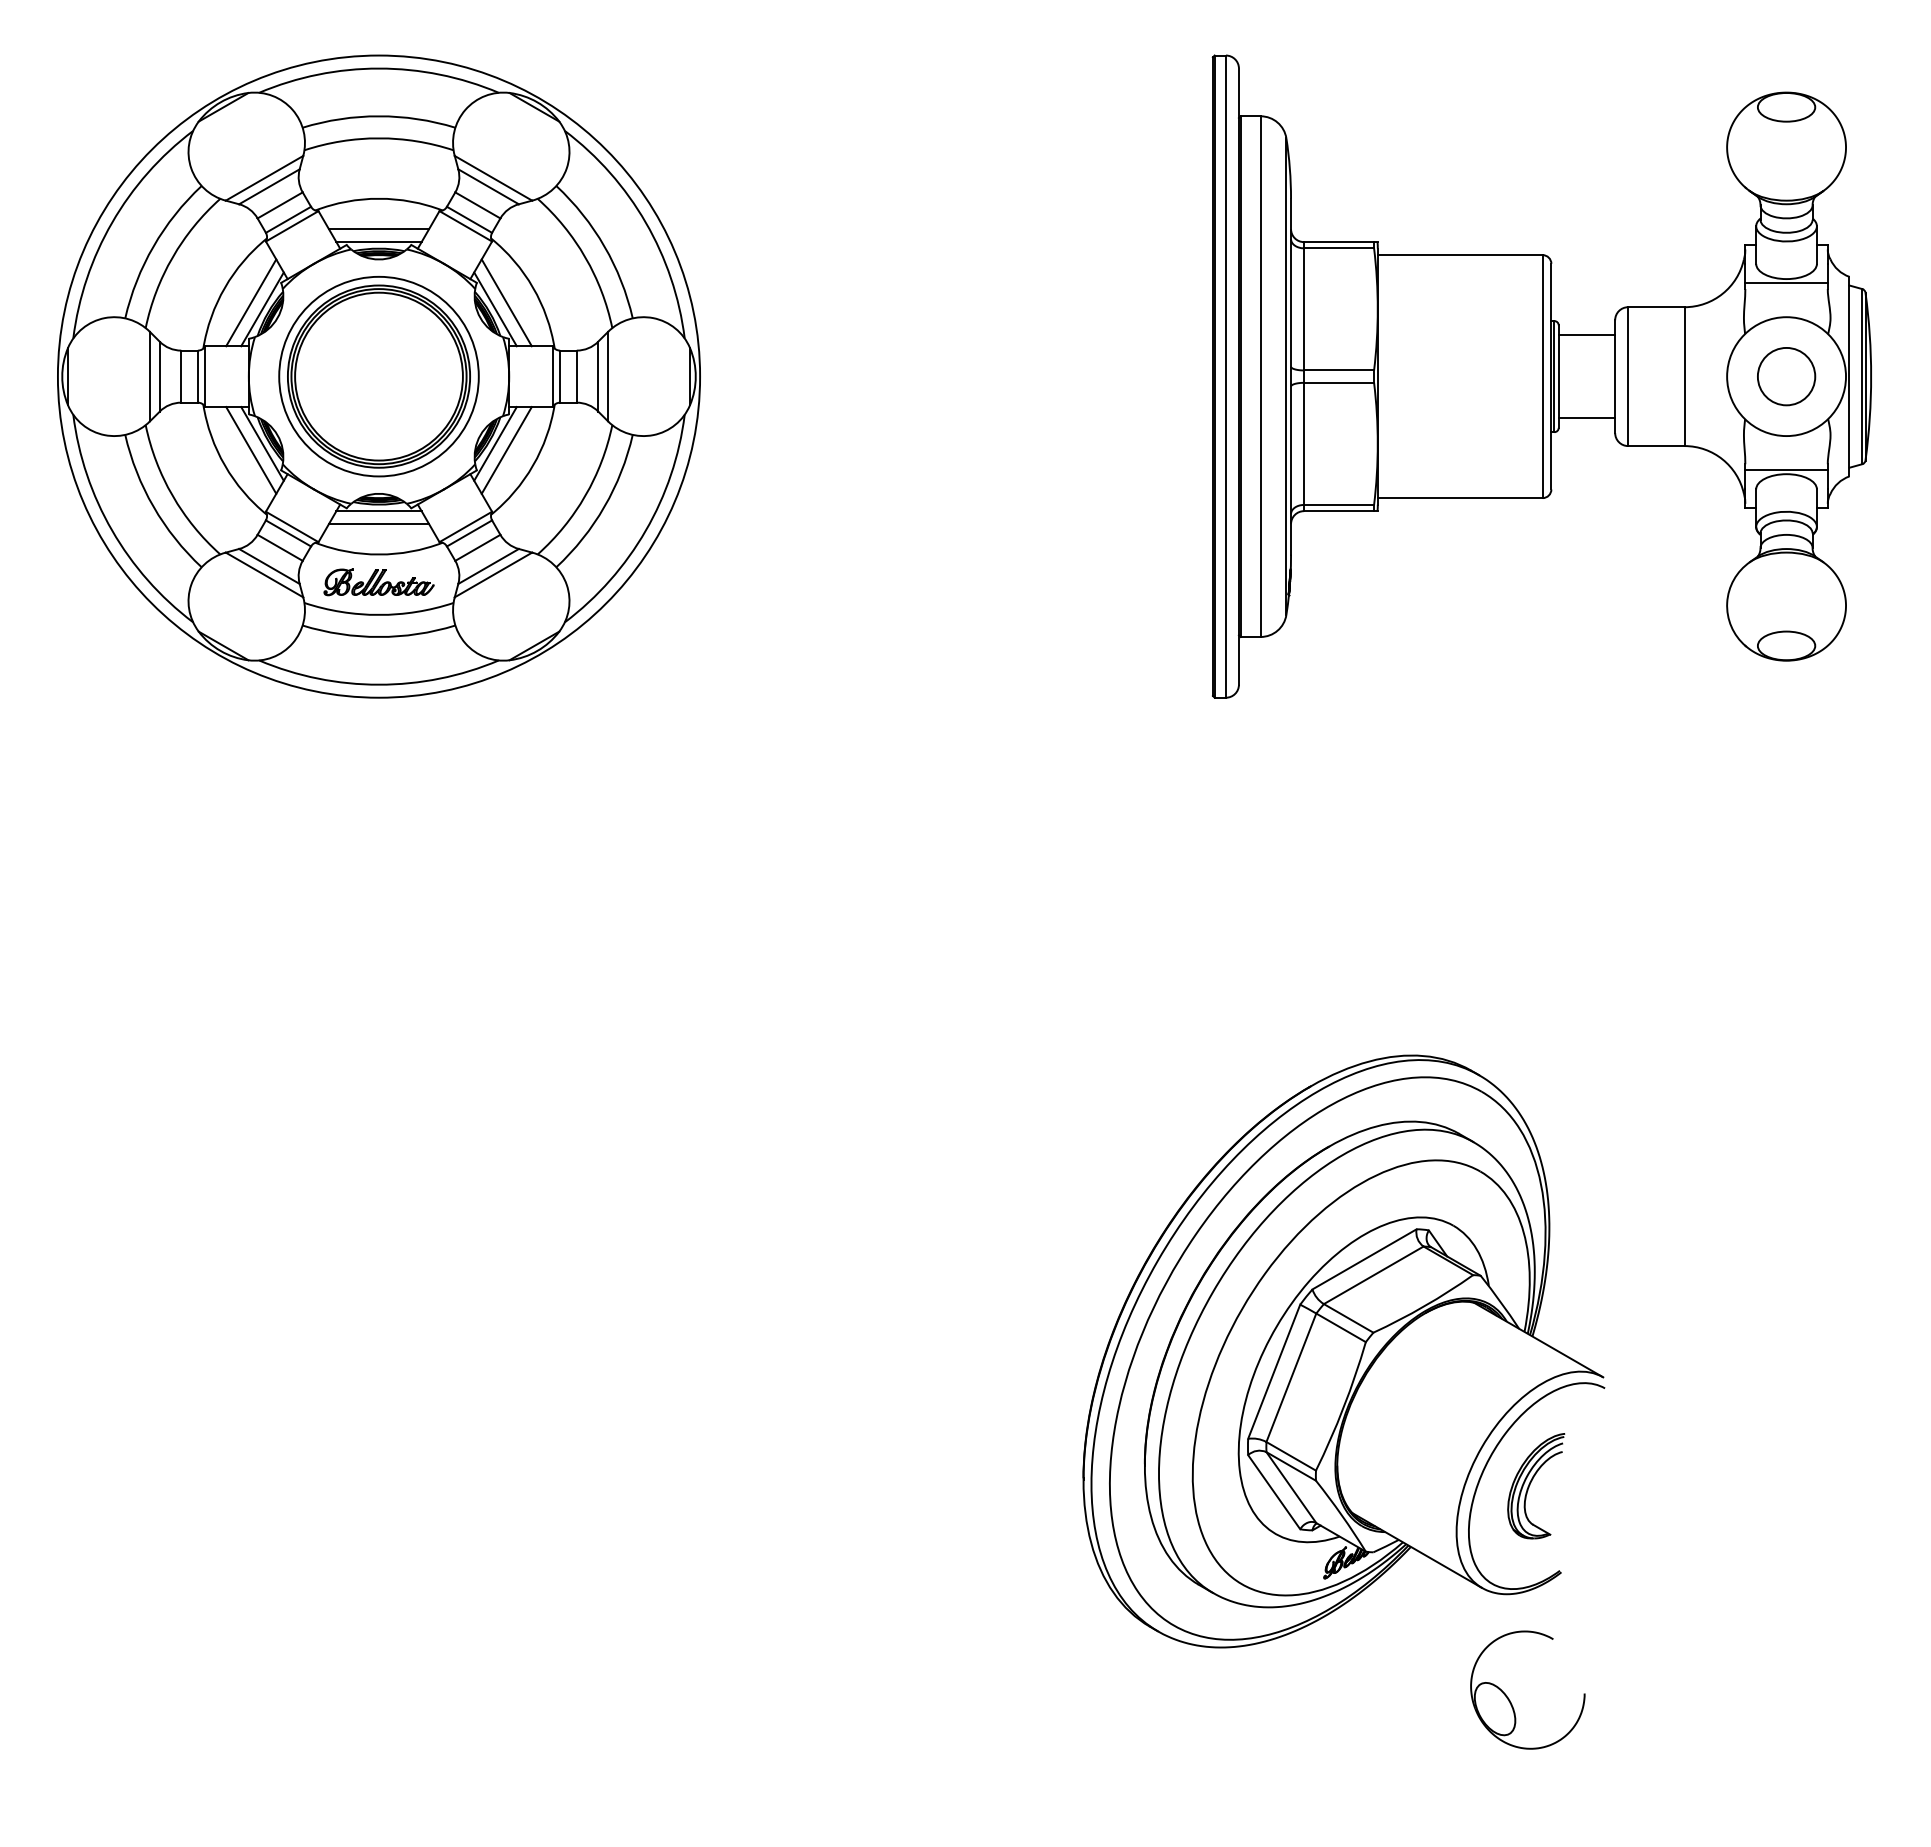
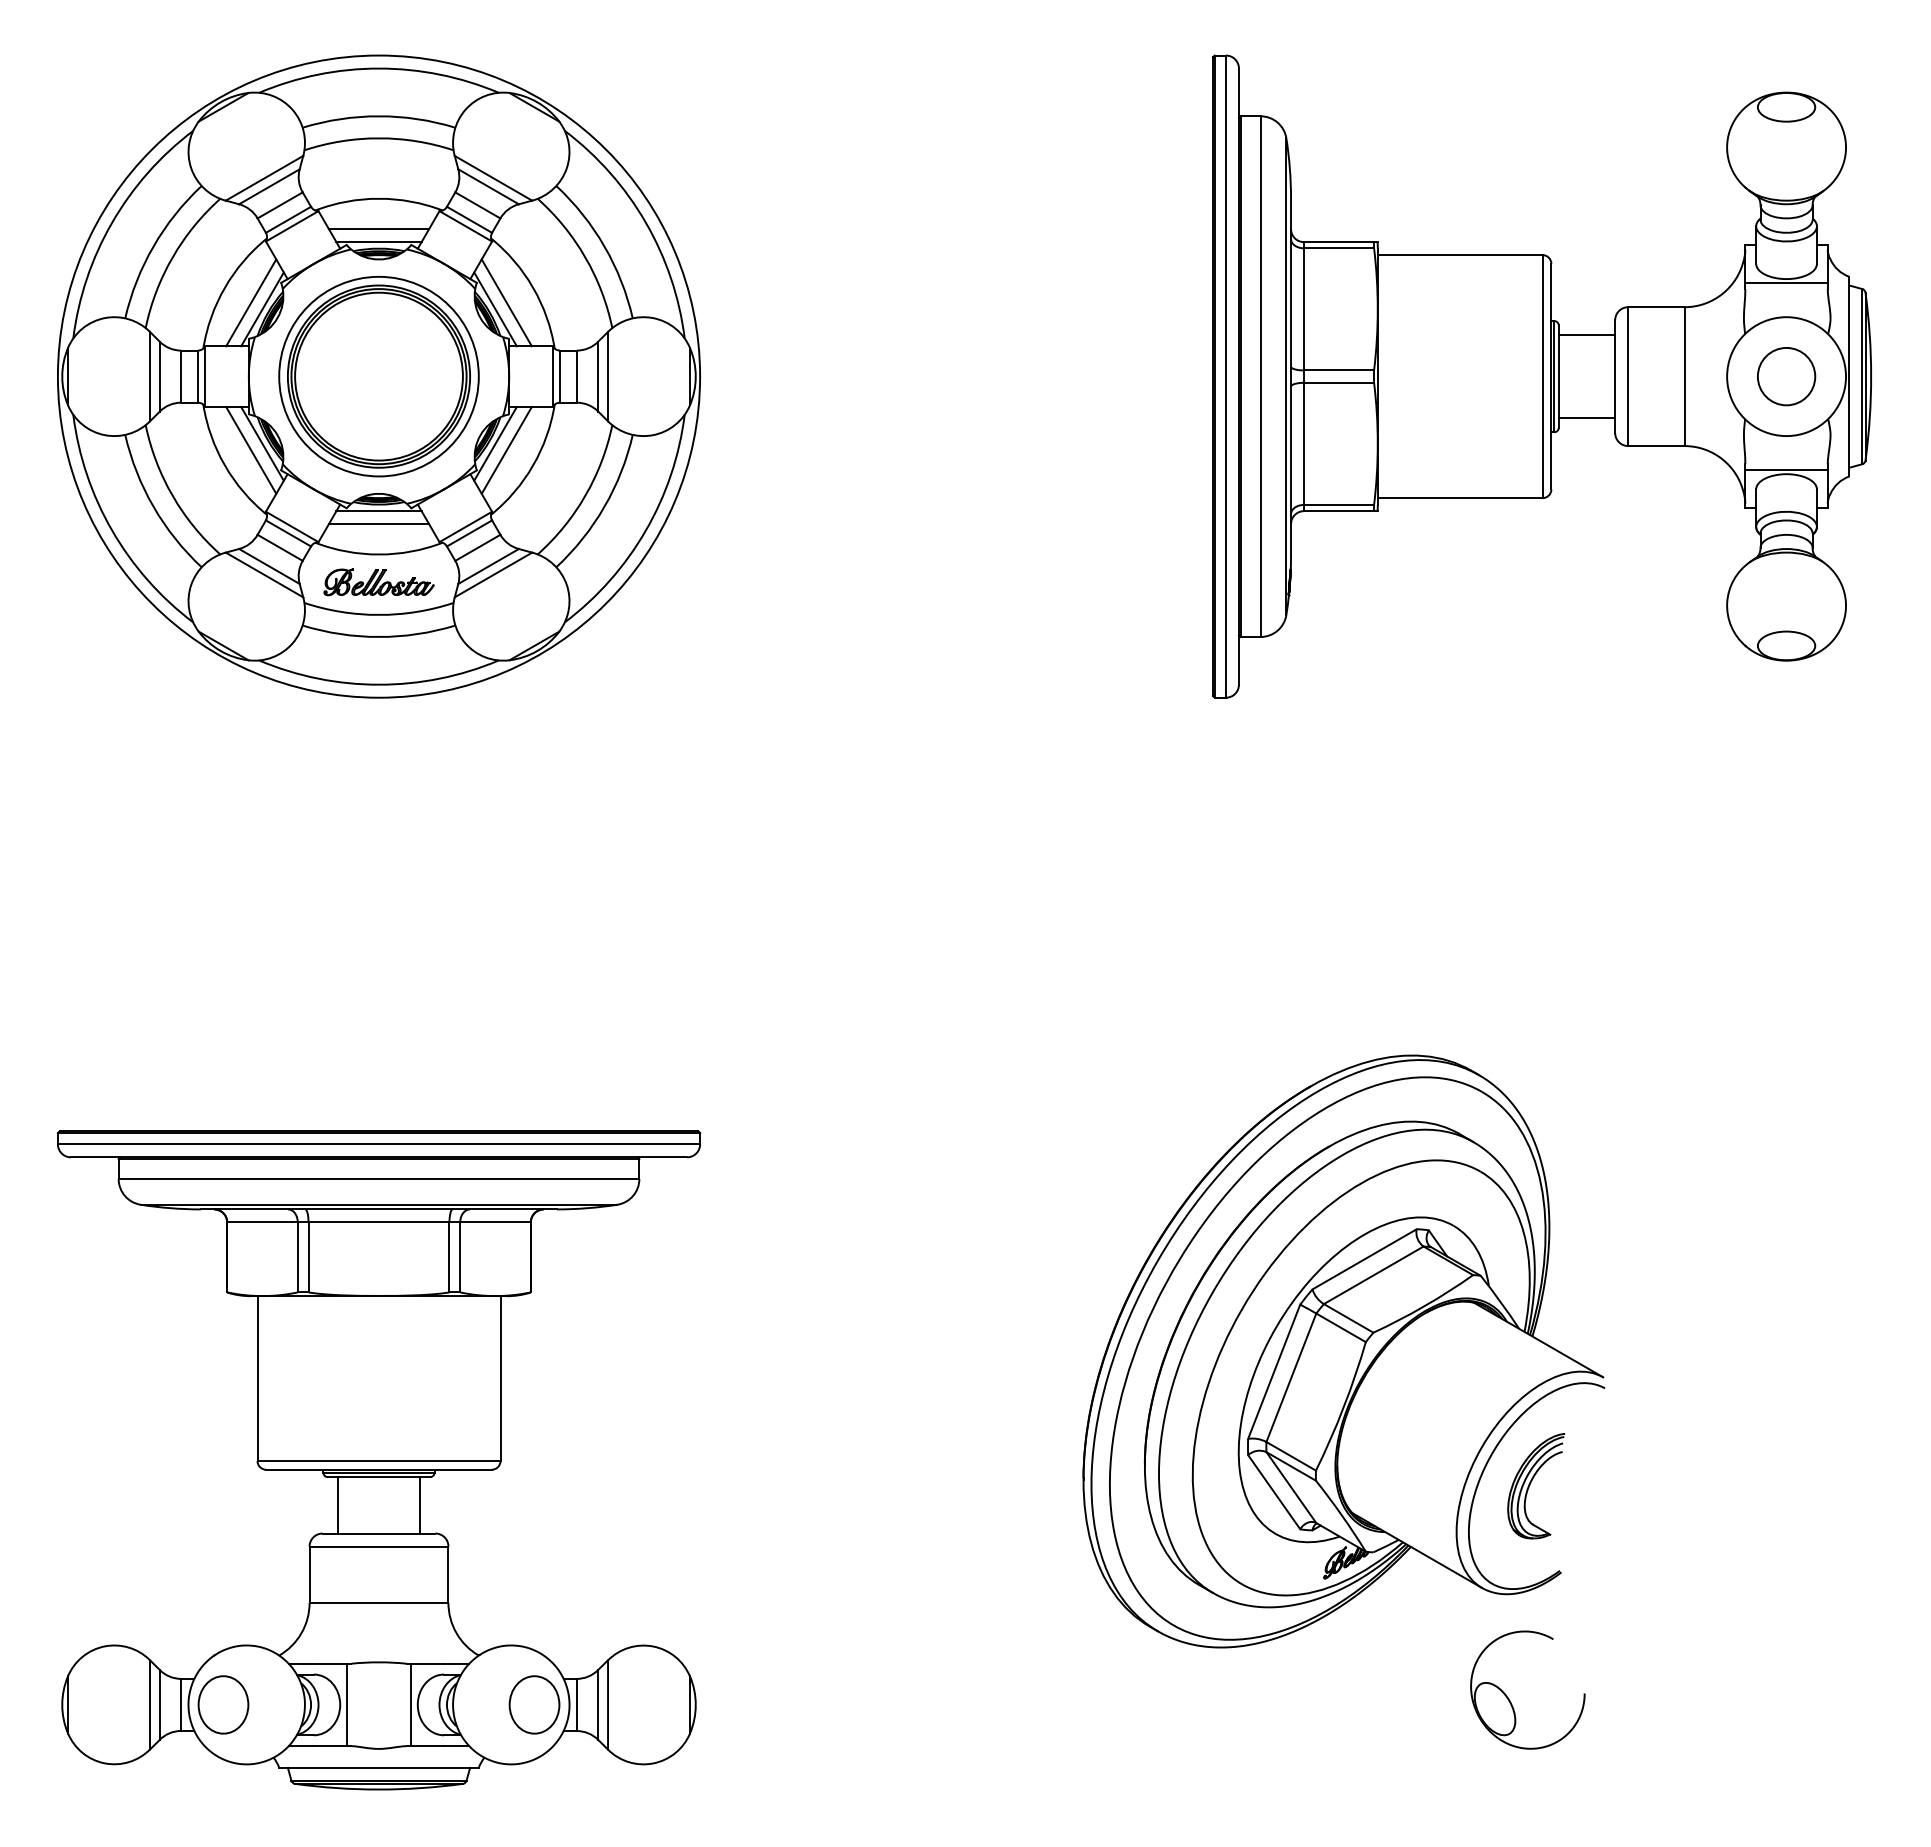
part at (379, 1460): none -> present
